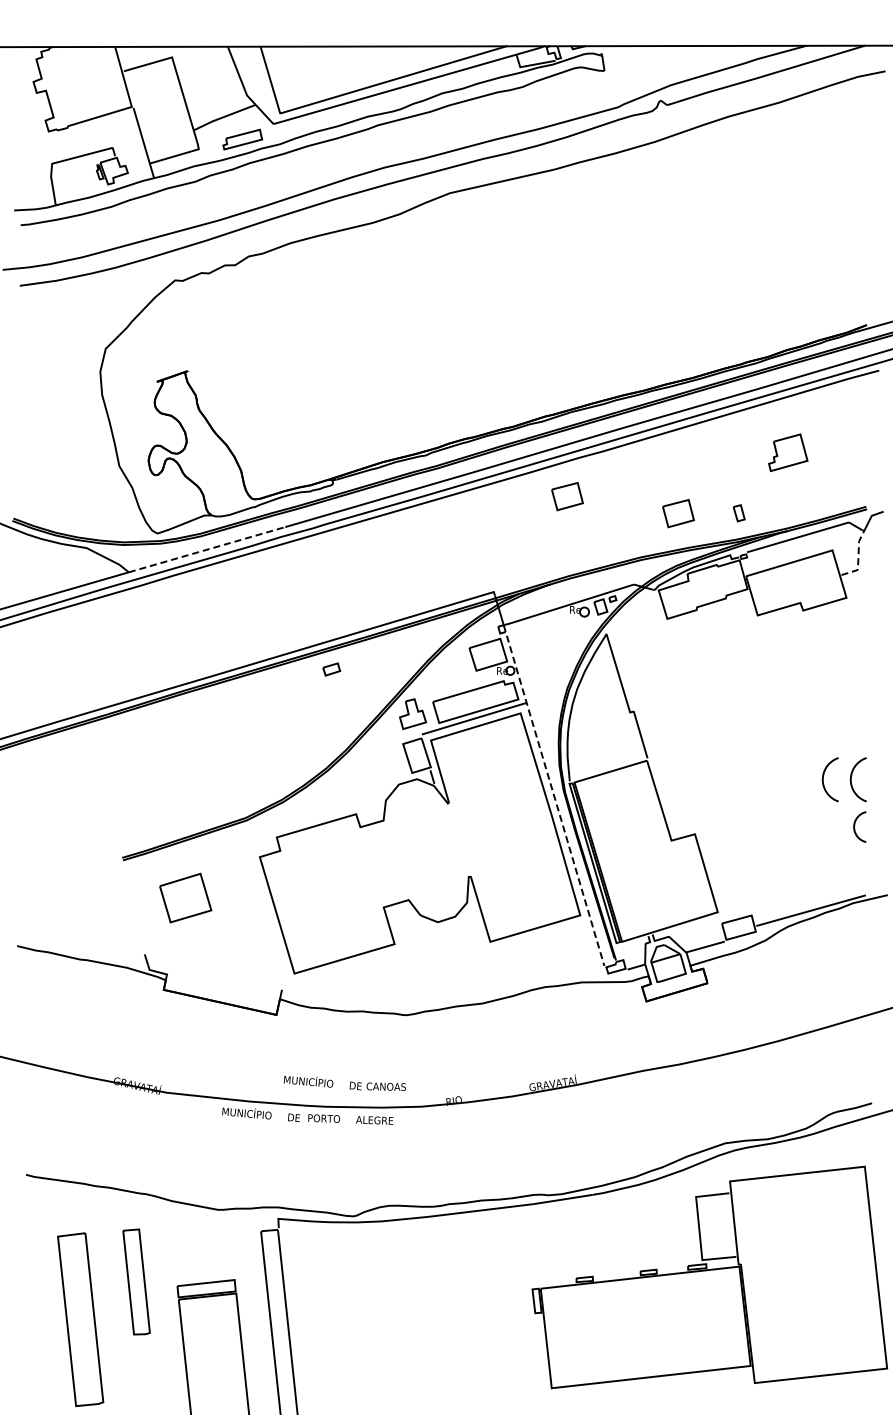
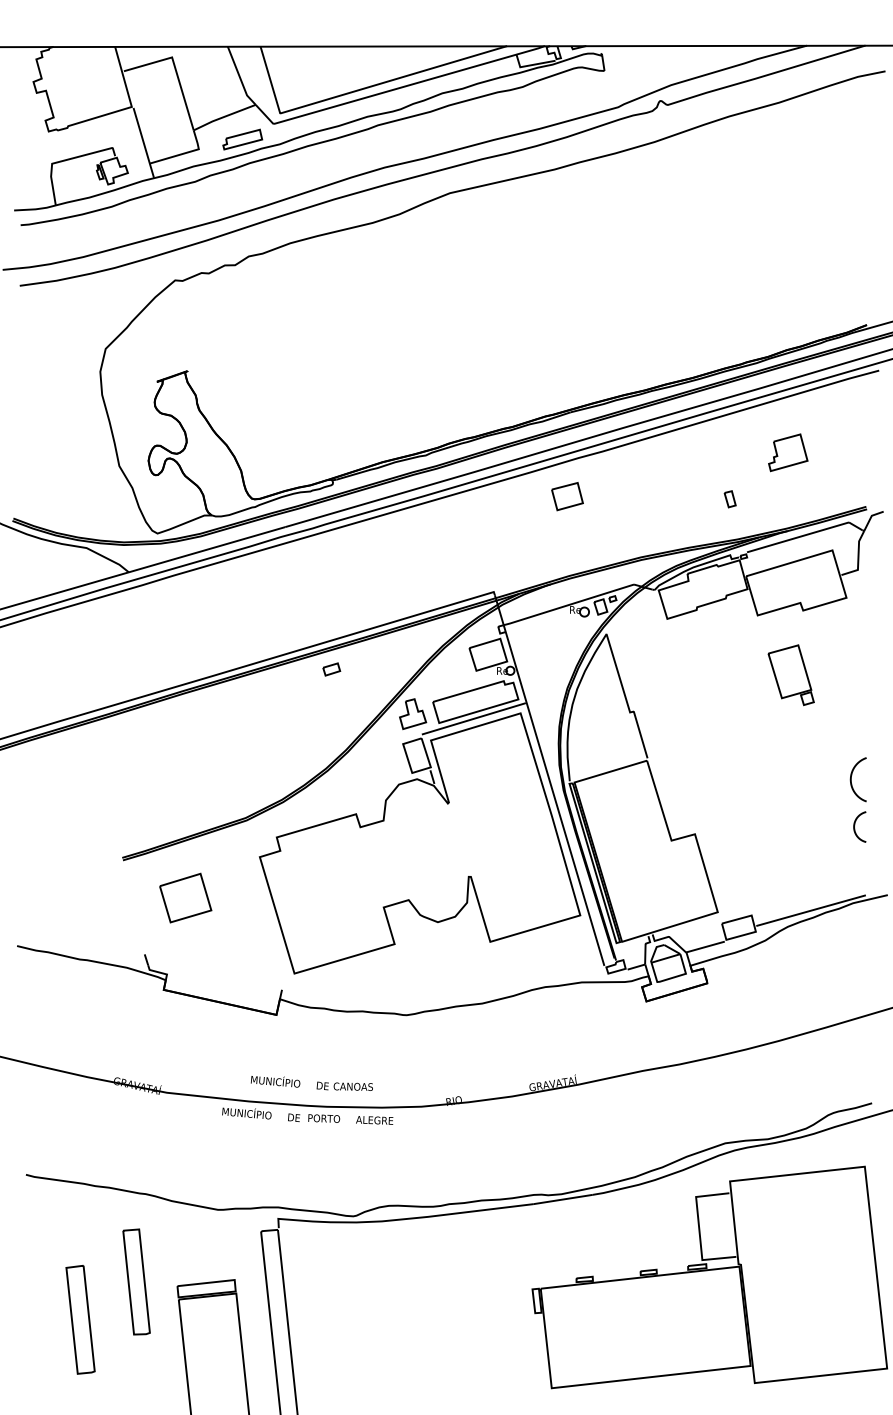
part at (678, 513): present -> none
part at (738, 513) position: (738, 513) -> (729, 499)
line at (207, 549): dashed -> solid
line at (858, 558): dashed -> solid
part at (790, 675): none -> present
curve at (823, 779): present -> none
line at (554, 795): dashed -> solid
text at (344, 1083) position: (344, 1083) -> (311, 1083)
part at (80, 1319) size: 48x176 px -> 31x110 px
